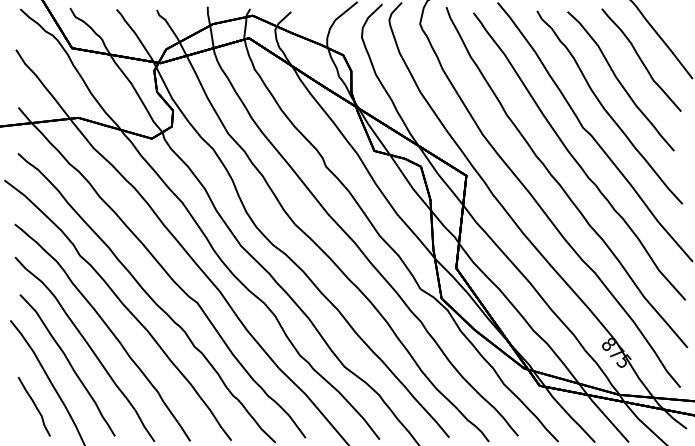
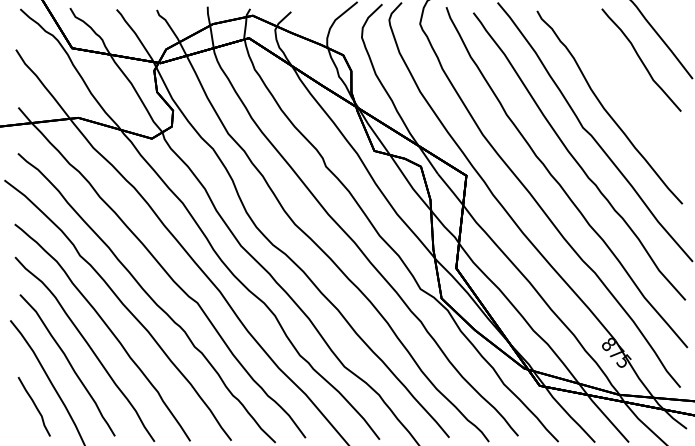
curve at (620, 81): present -> none
